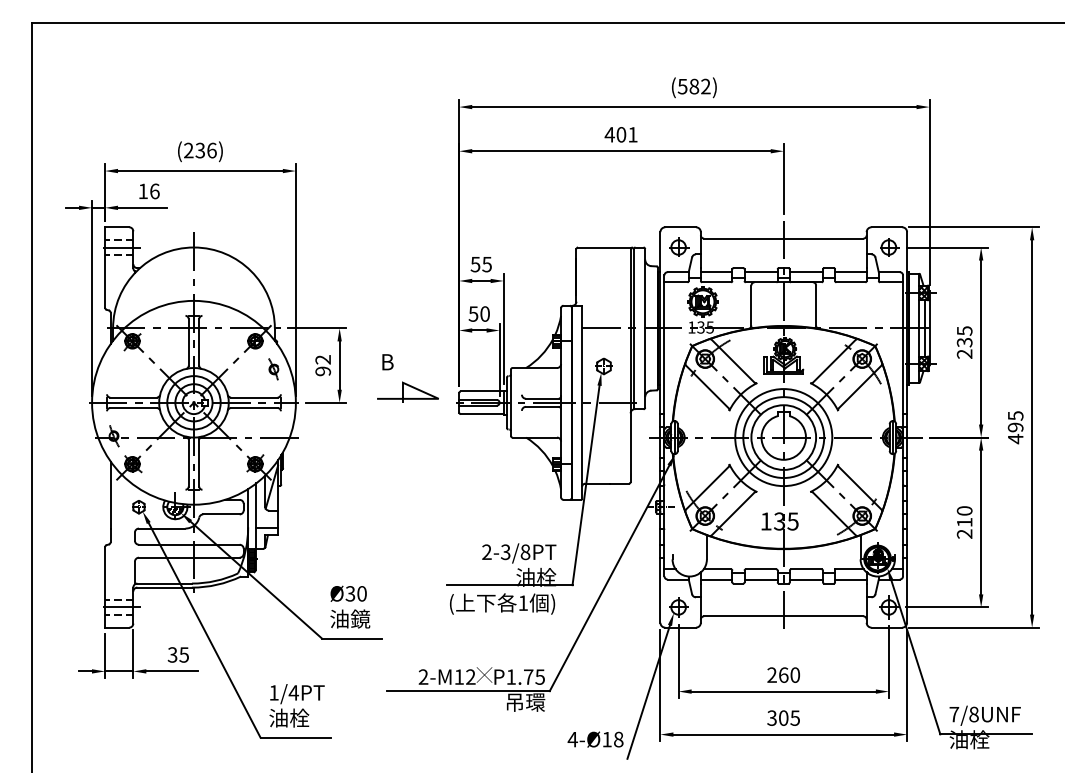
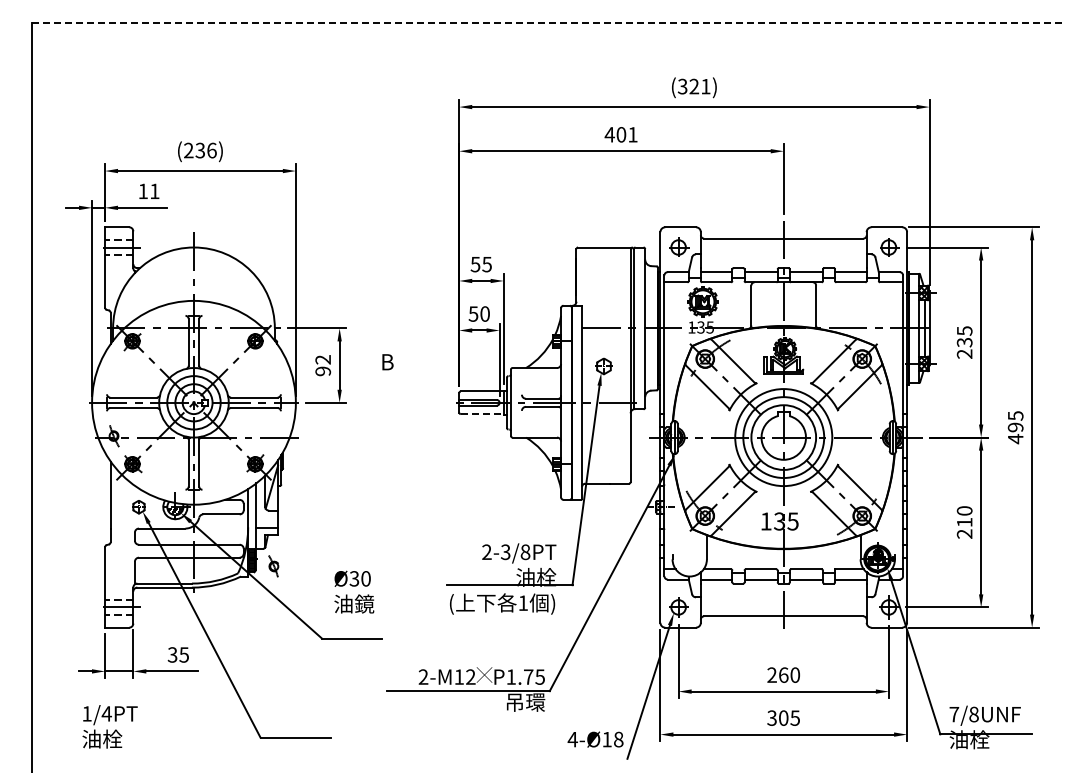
line at (548, 23): solid -> dashed
text at (694, 86): (582) -> (321)
text at (154, 191): 16 -> 11
part at (273, 369) position: (273, 369) -> (273, 566)
line at (403, 391): present -> none
line at (482, 414): solid -> dashed
text at (350, 606) position: (350, 606) -> (354, 591)
text at (296, 705) position: (296, 705) -> (109, 726)
